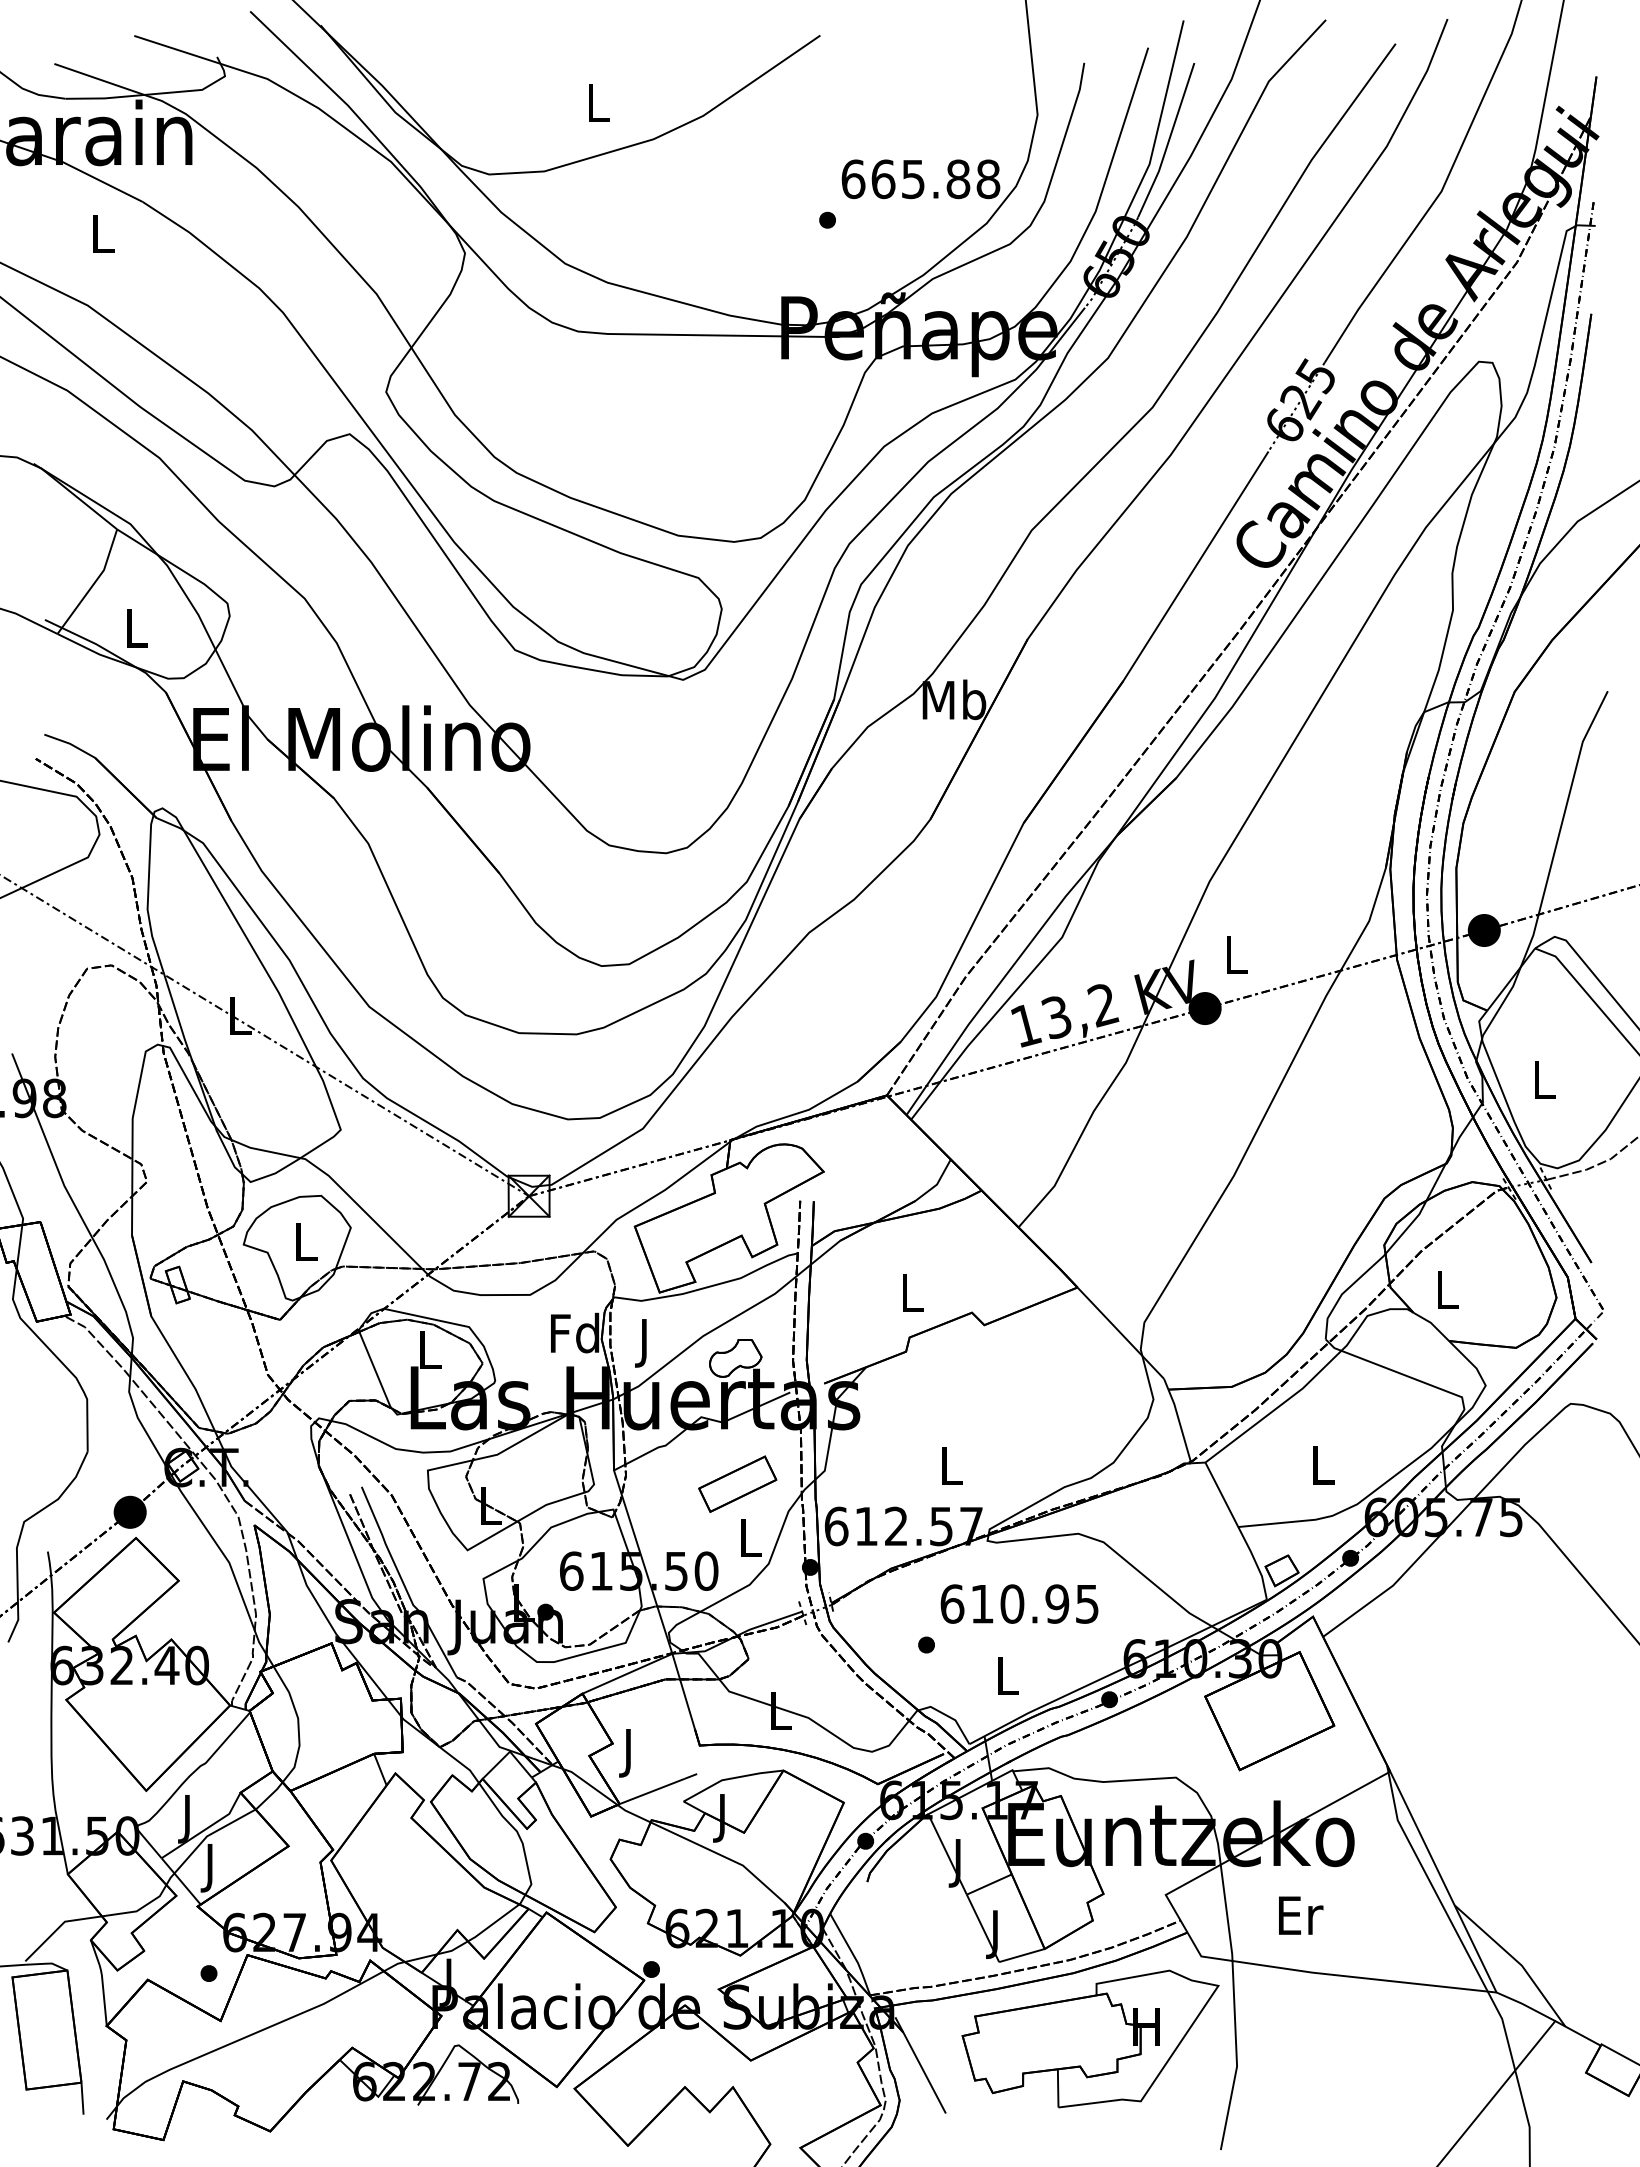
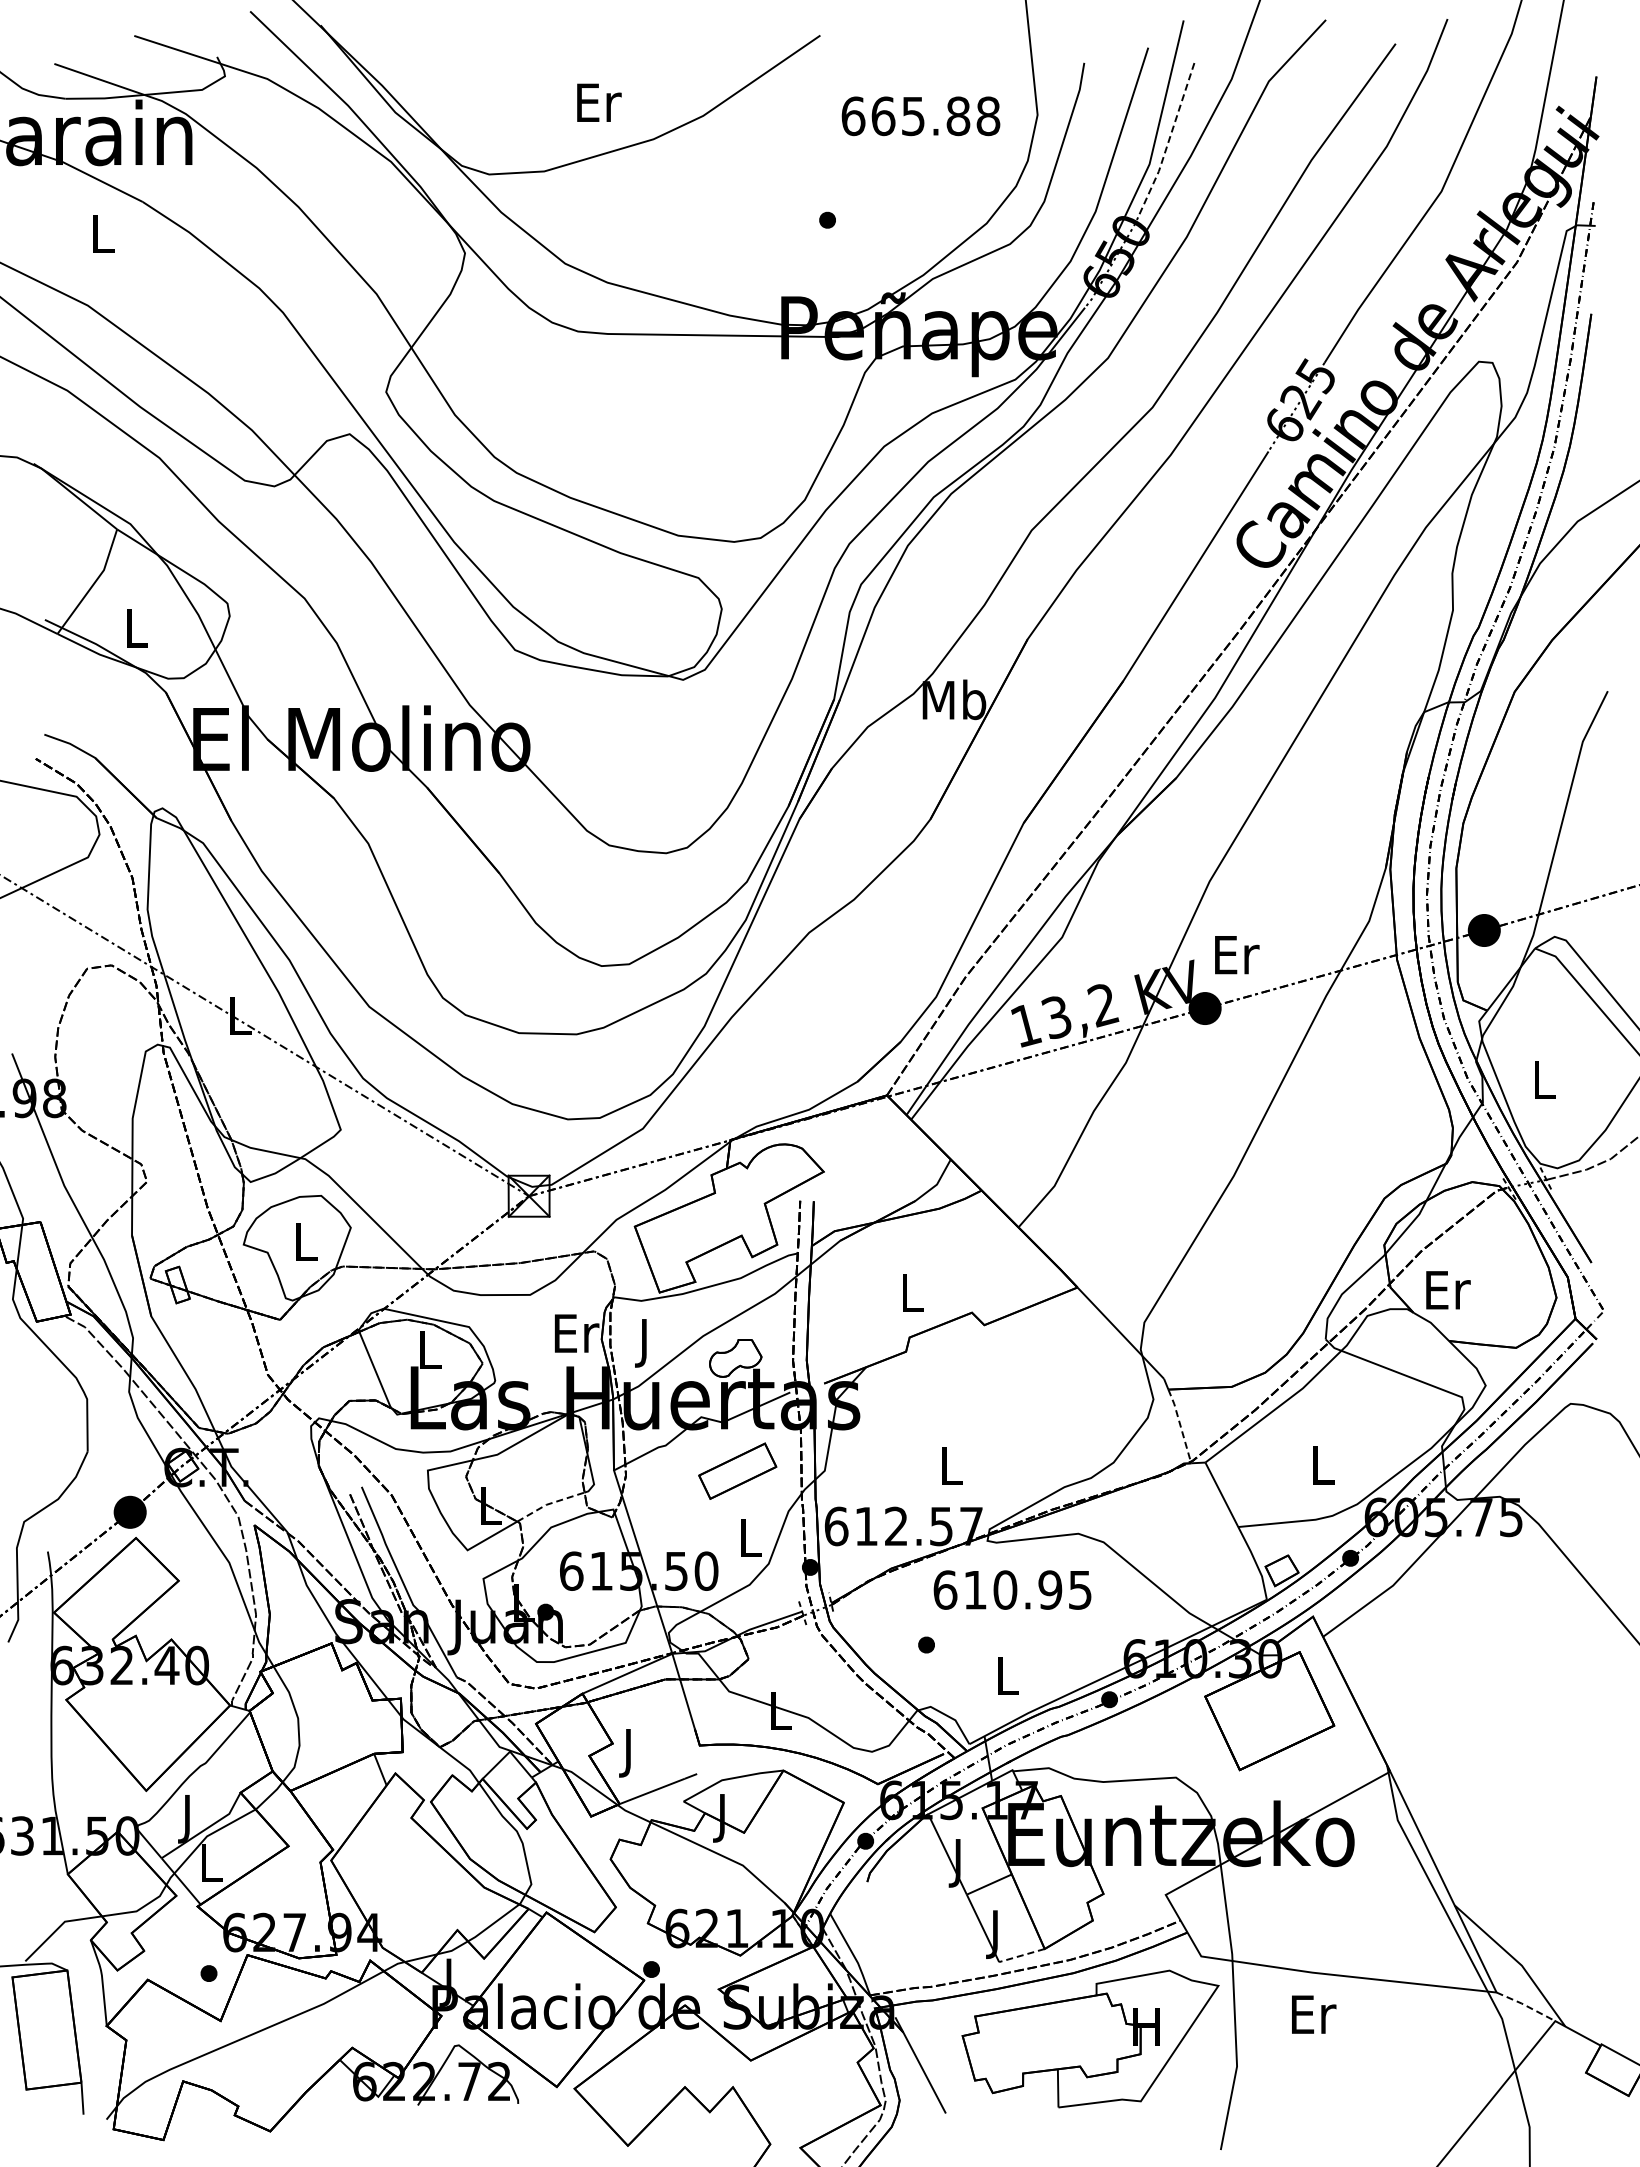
text at (599, 102): L -> Er
line at (1168, 141): solid -> dashed
text at (920, 179) position: (920, 179) -> (920, 116)
text at (1237, 955): L -> Er
text at (1448, 1290): L -> Er
text at (575, 1332): Fd -> Er
line at (1180, 1425): solid -> dashed
part at (737, 1483) position: (737, 1483) -> (737, 1470)
line at (549, 1504): solid -> dashed
text at (1019, 1603) position: (1019, 1603) -> (1012, 1589)
text at (211, 1868): J -> L
text at (1301, 1915) position: (1301, 1915) -> (1314, 2014)
line at (1021, 1955): solid -> dashed
line at (1526, 2005): solid -> dashed
